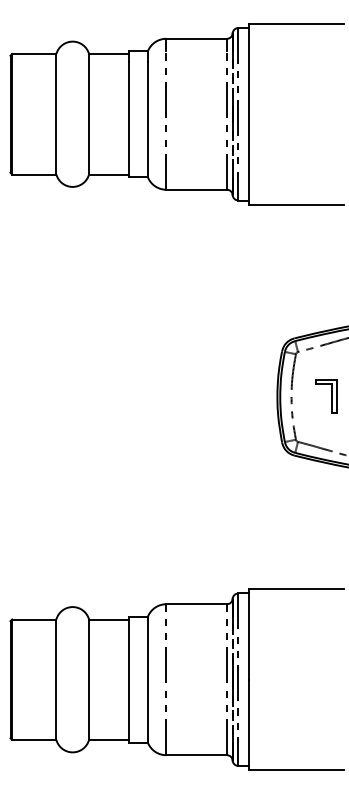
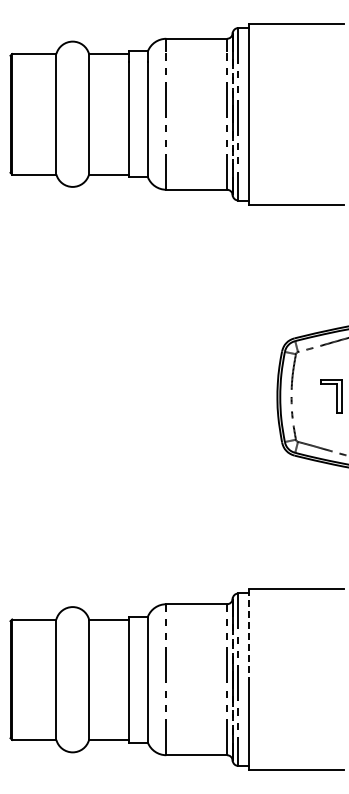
part at (326, 396) position: (326, 396) -> (331, 396)
line at (249, 634): solid -> dashed
